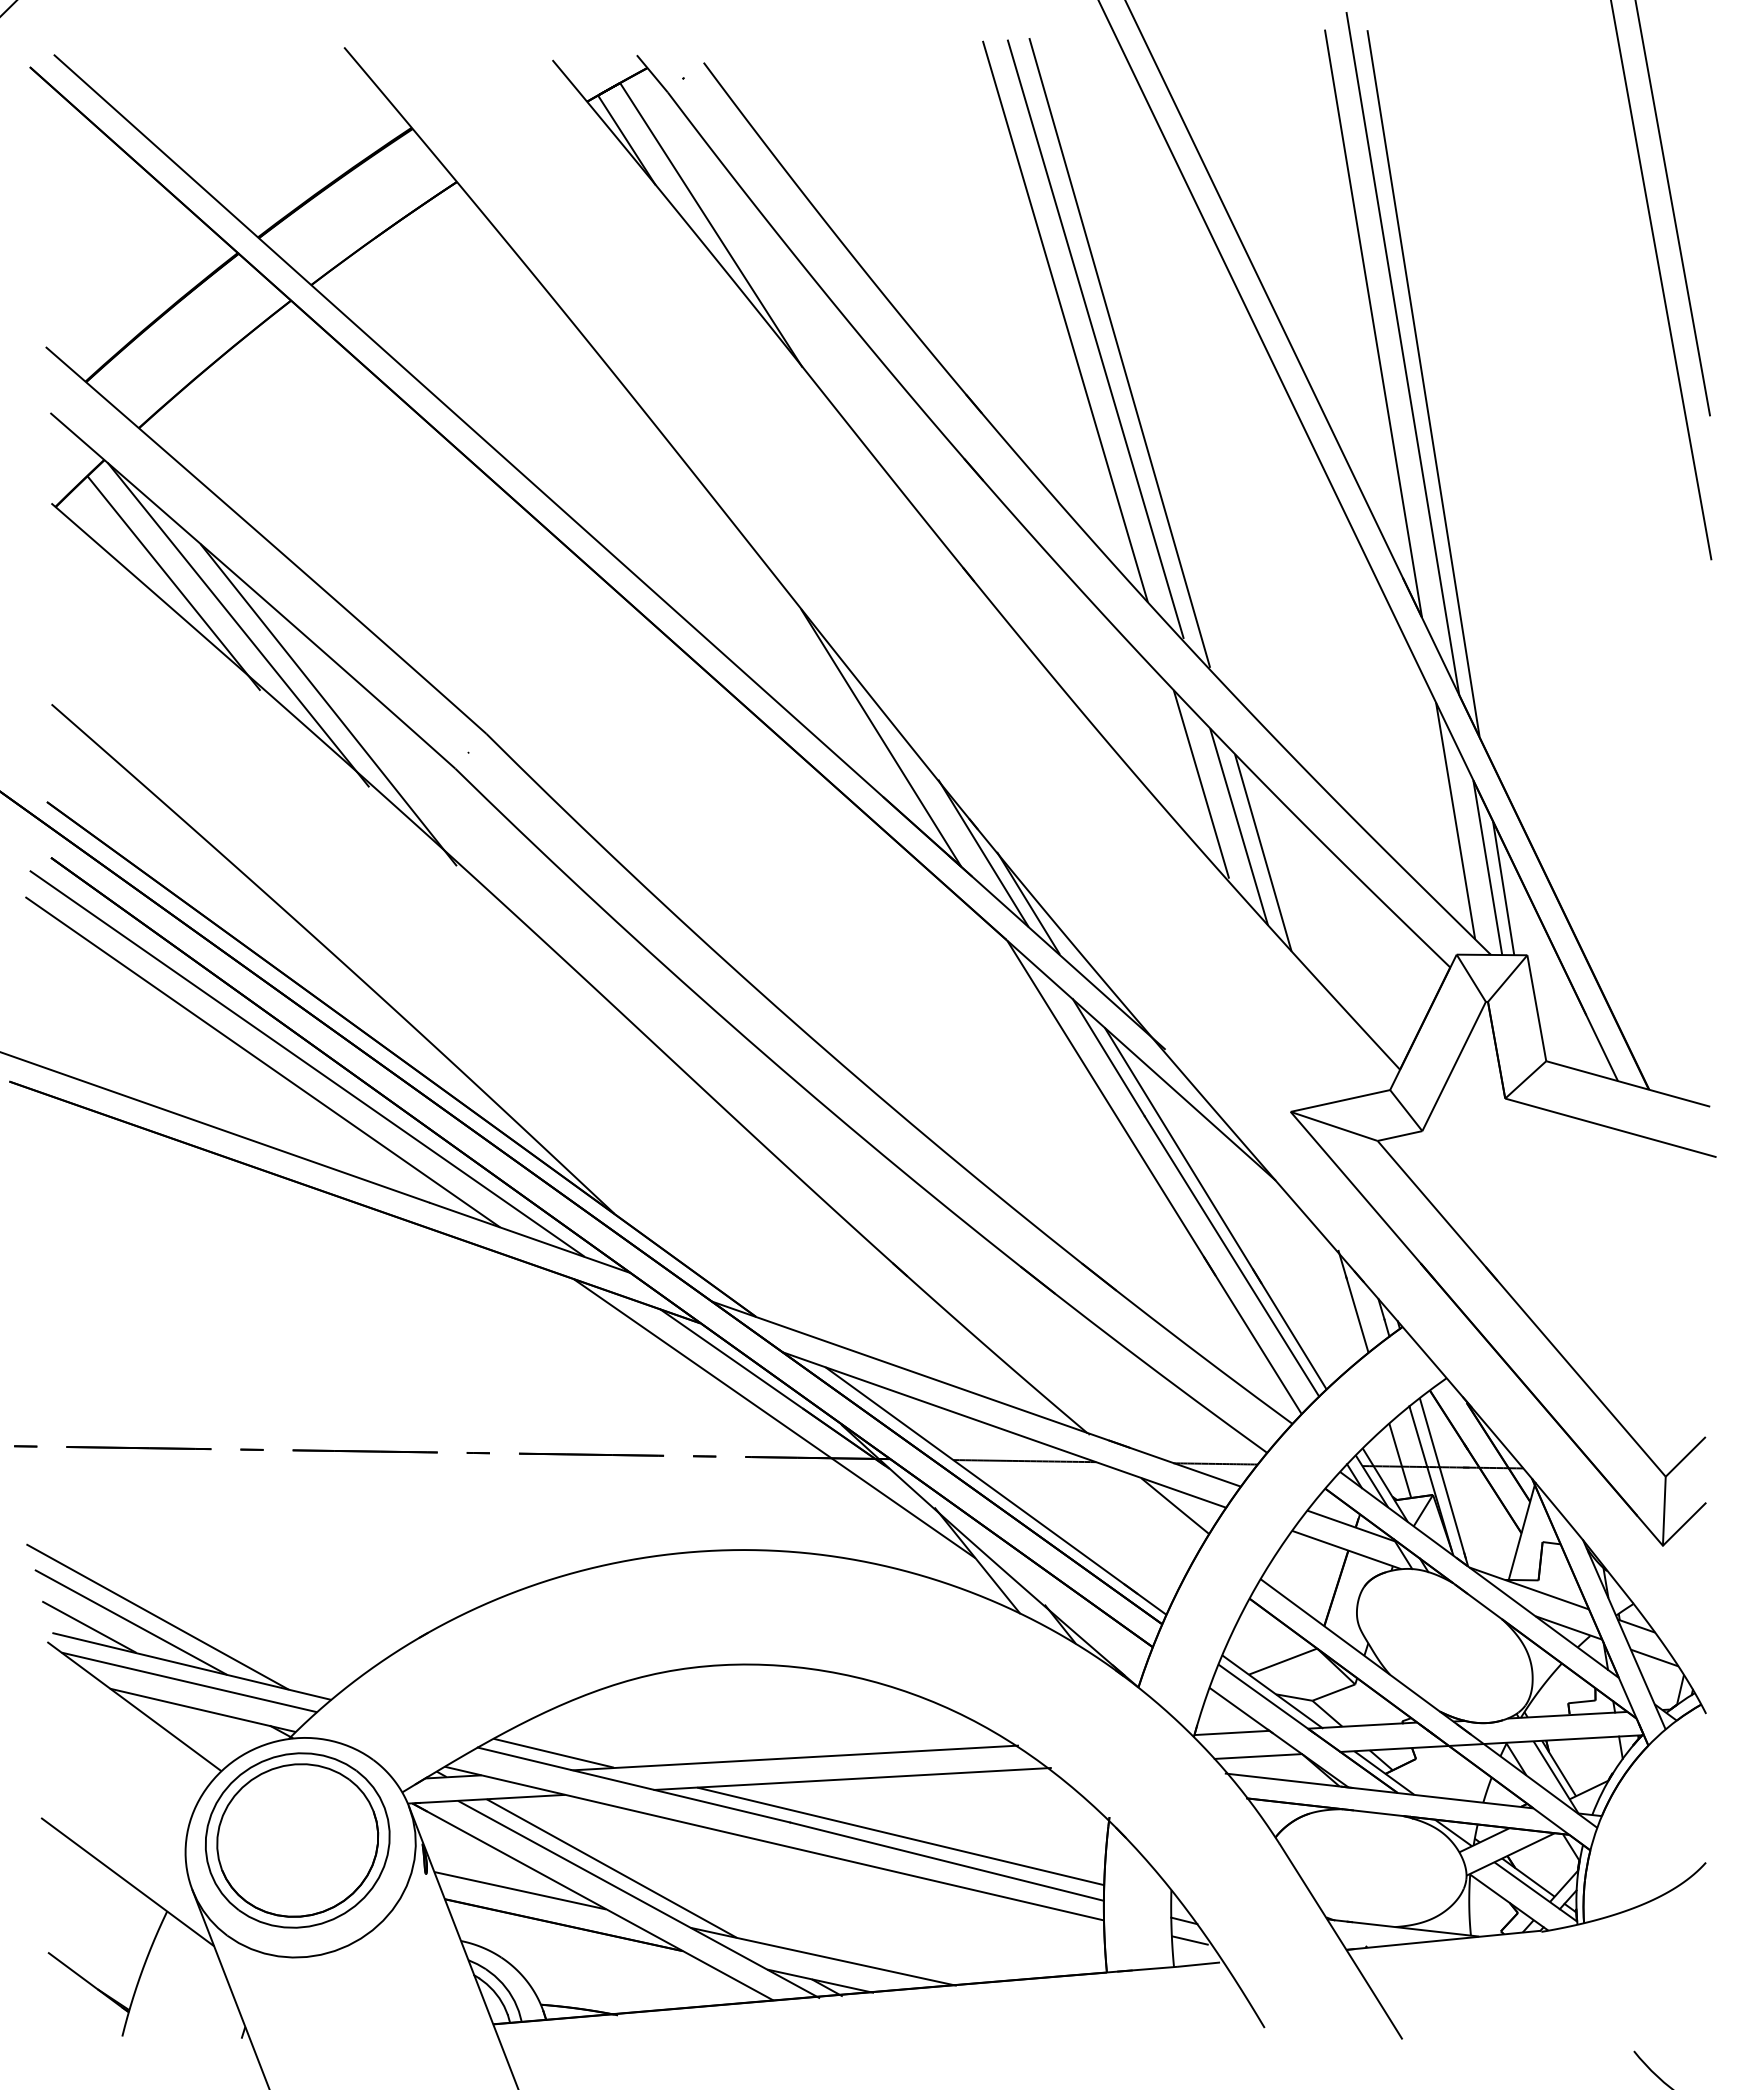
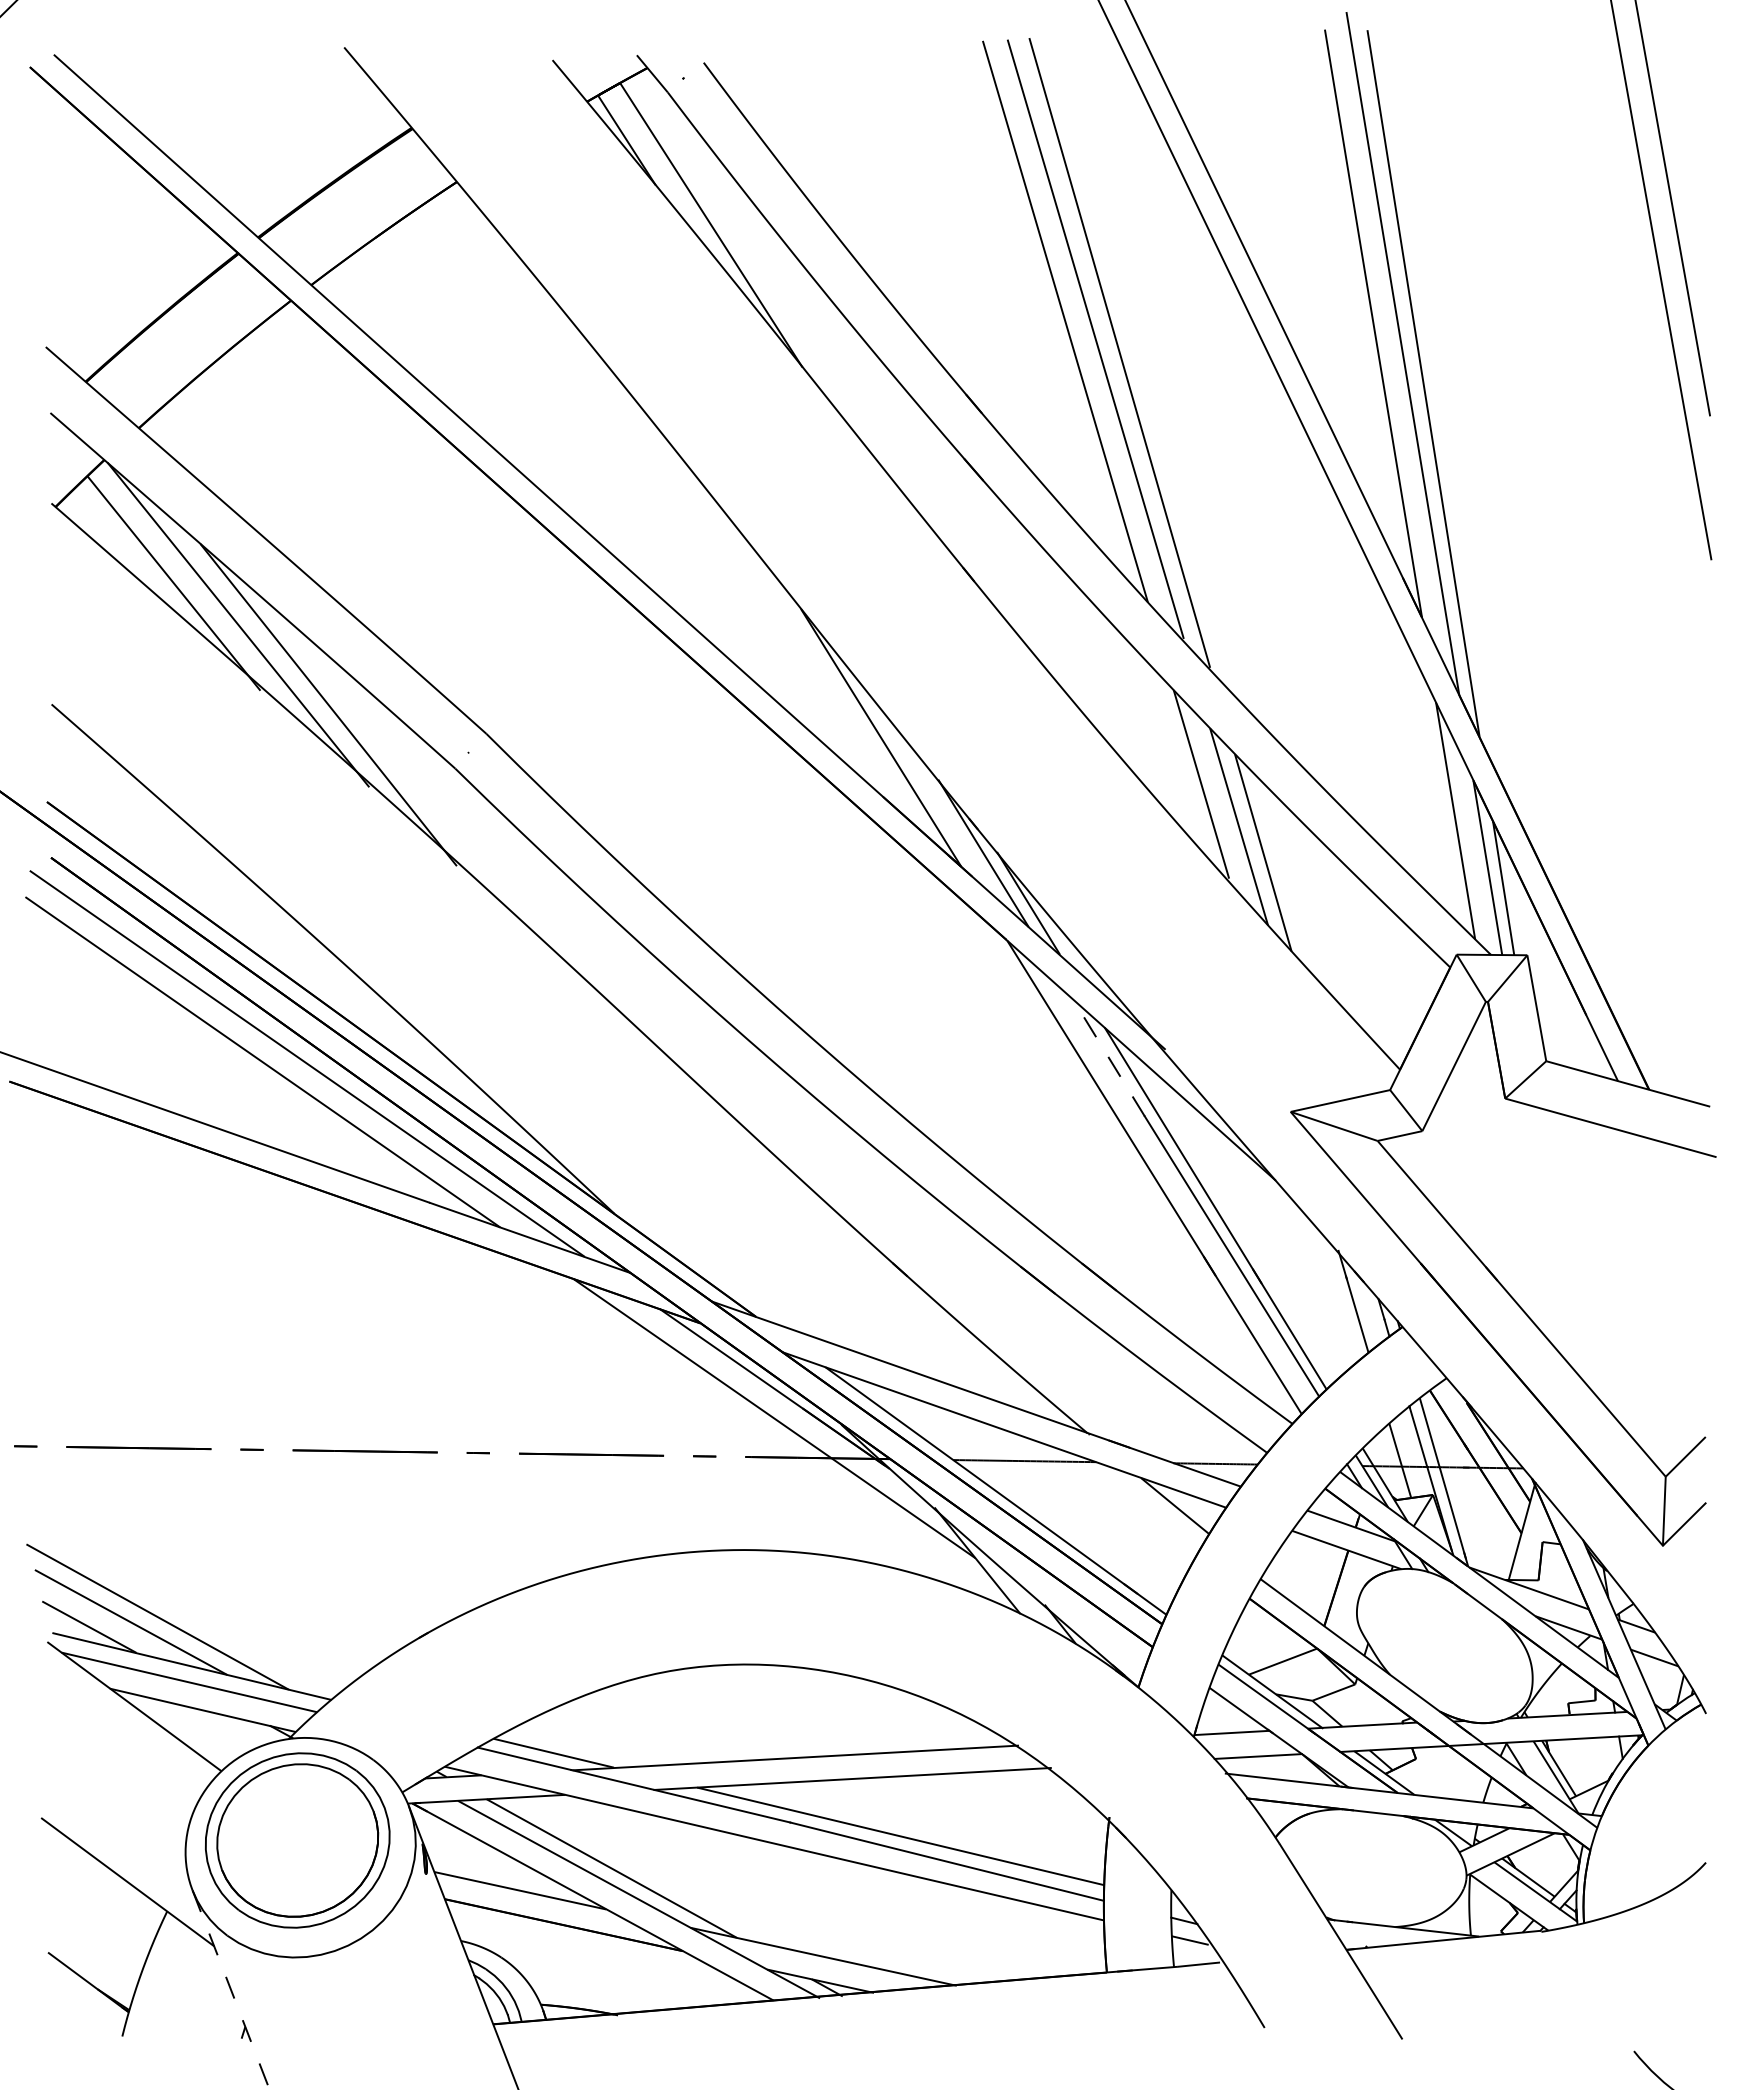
line at (1108, 1057): solid -> dashed
line at (231, 1990): solid -> dashed
